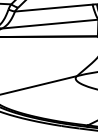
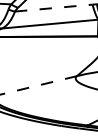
line at (53, 8): solid -> dashed
line at (38, 85): solid -> dashed
